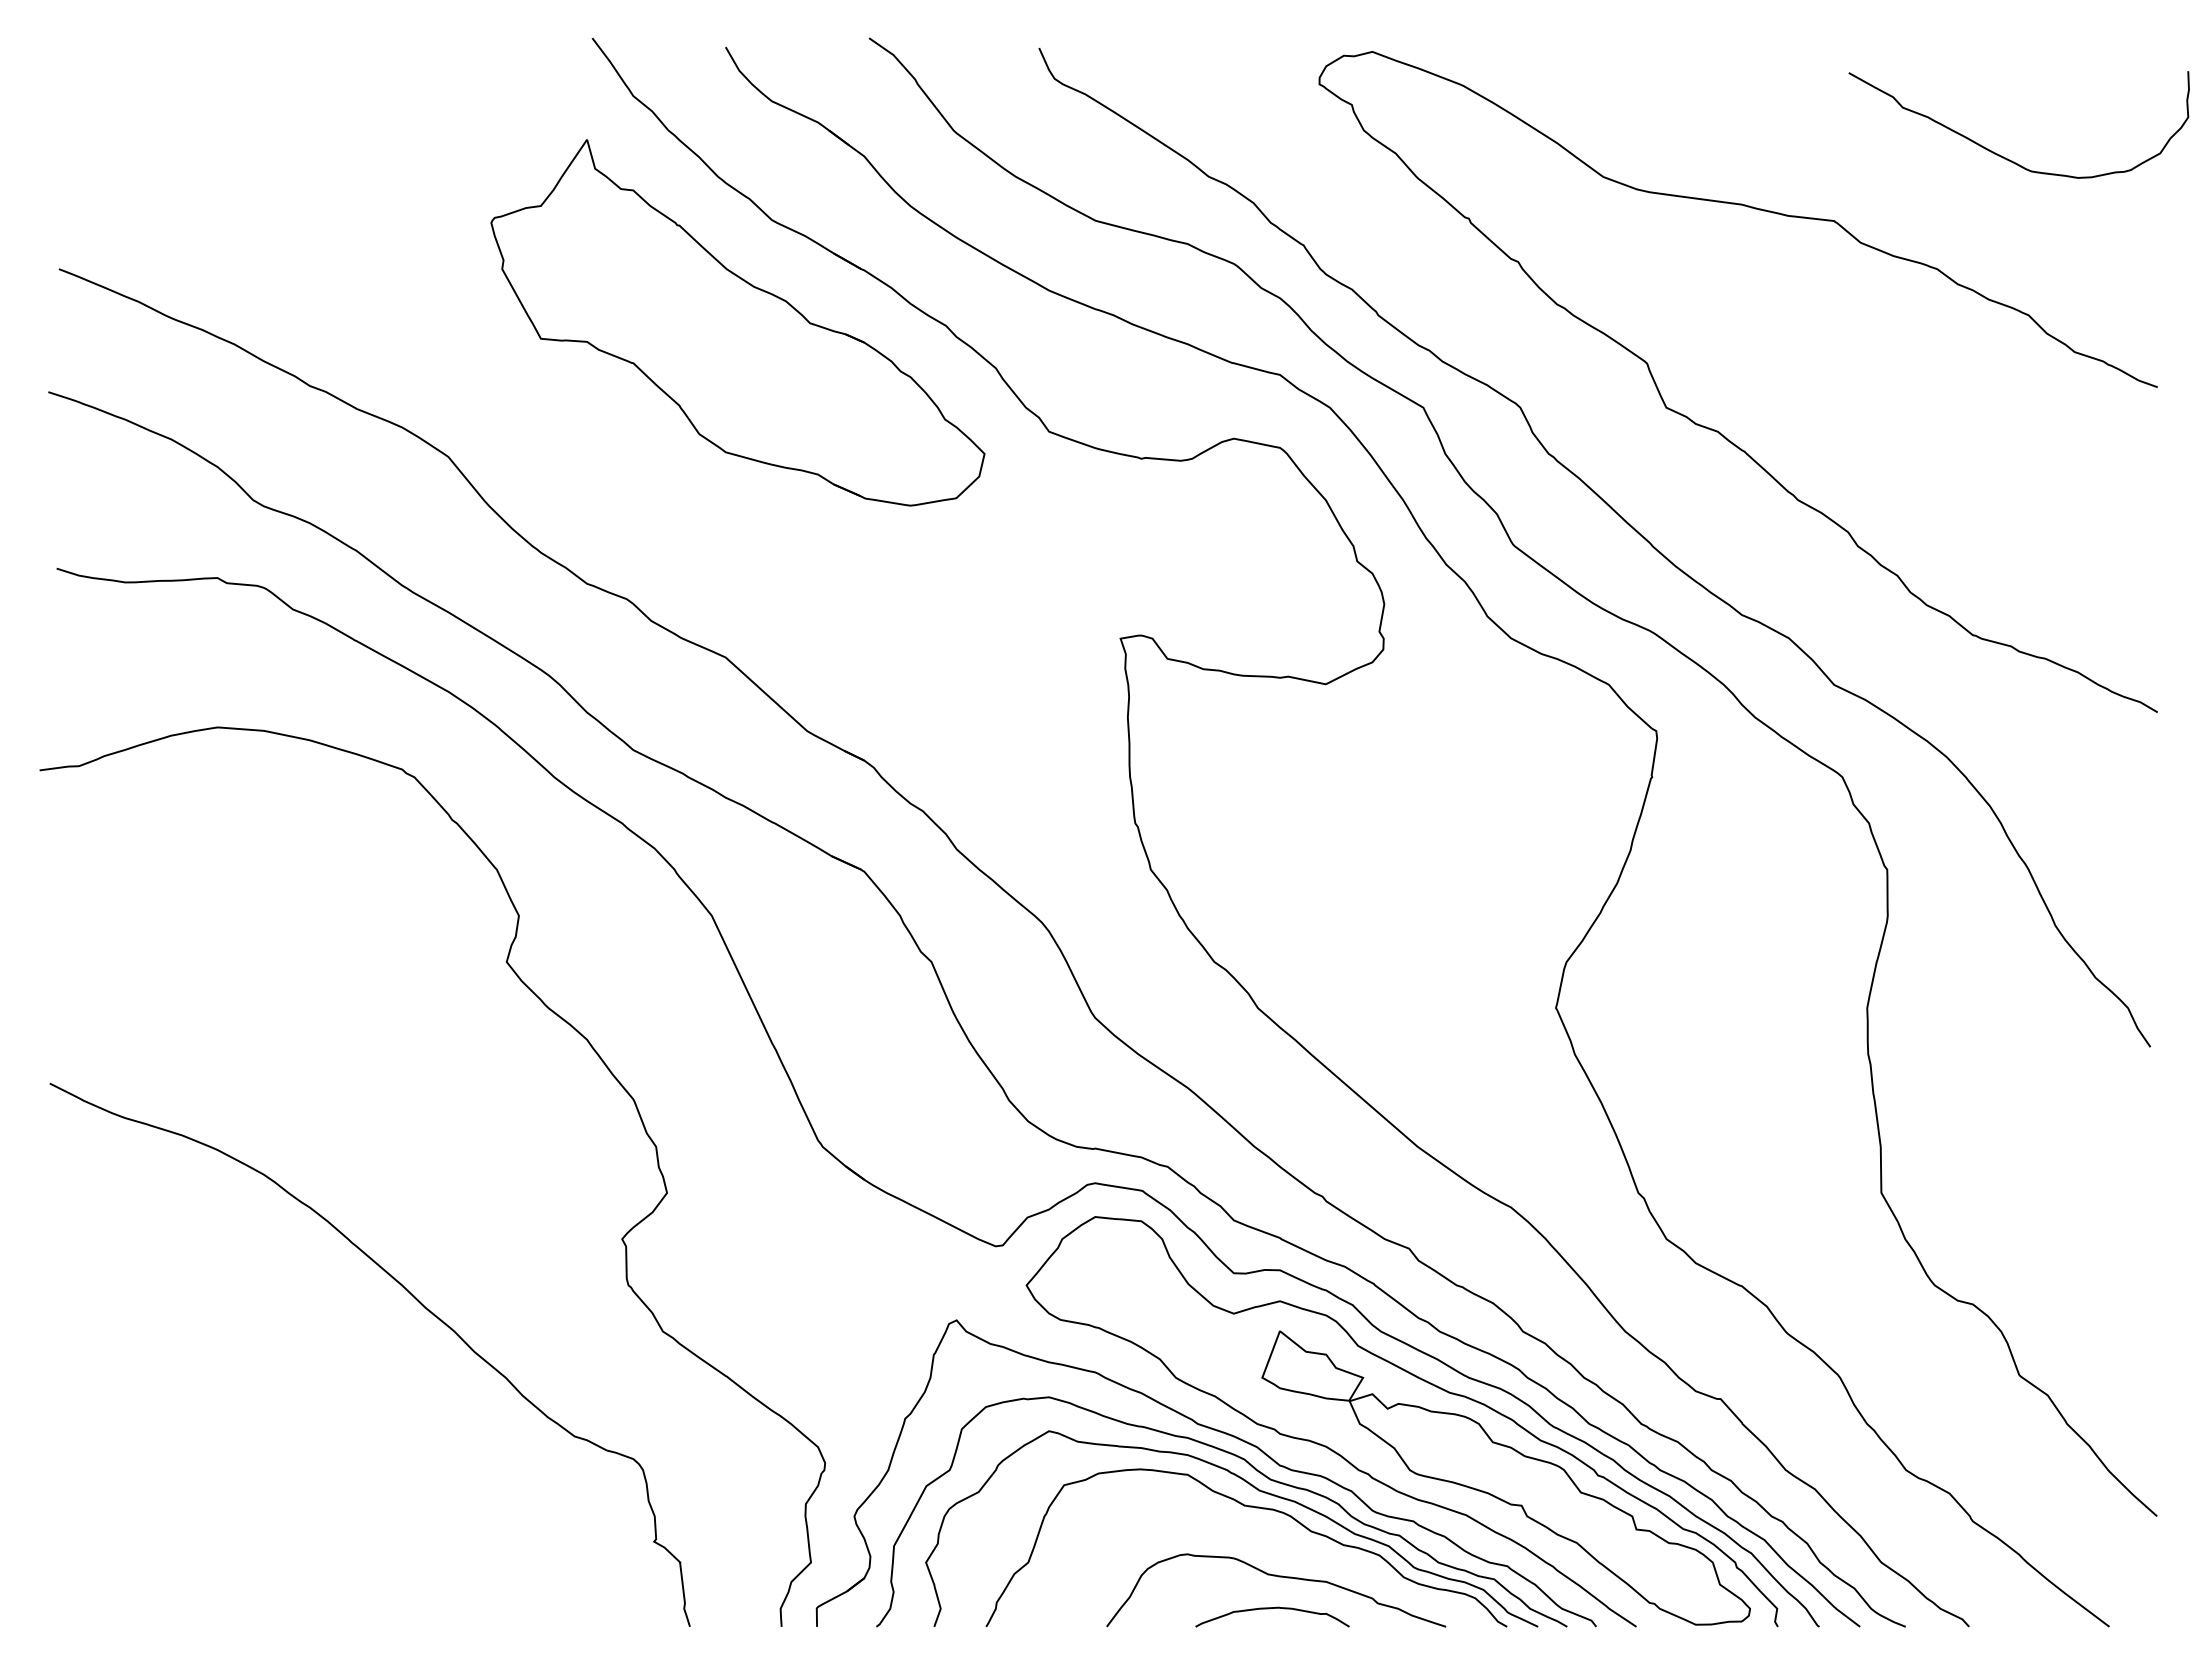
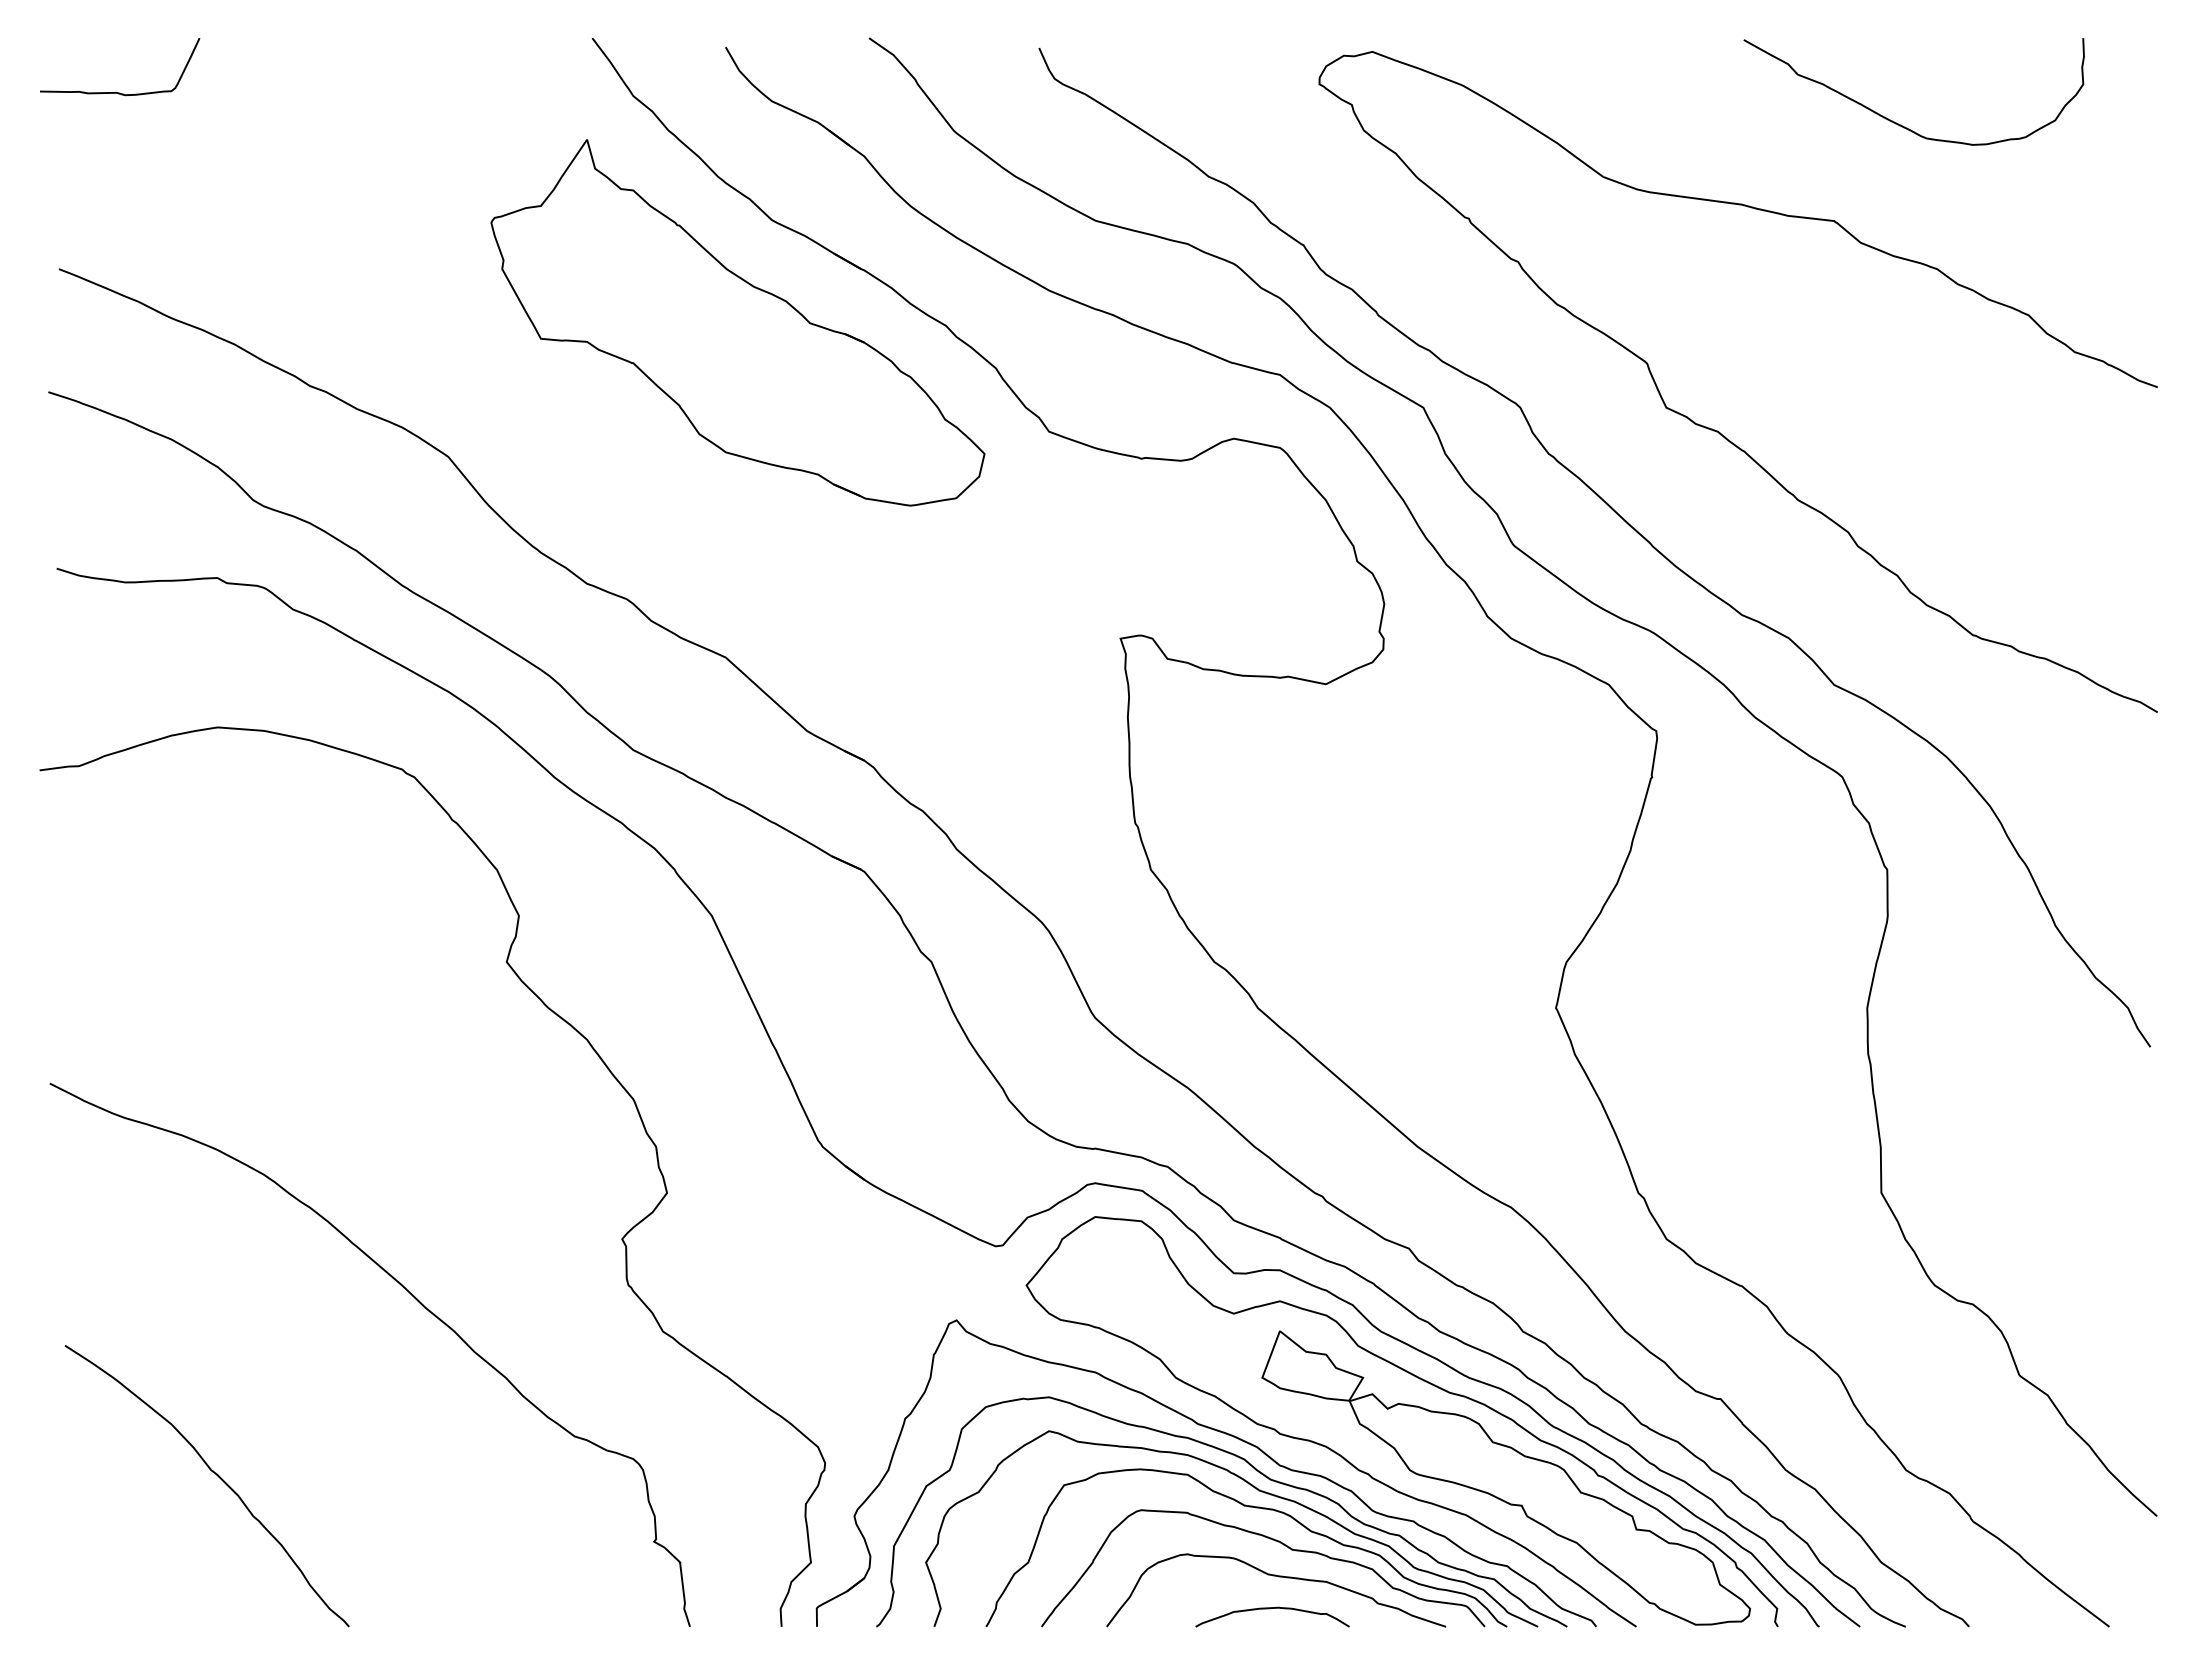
curve at (119, 92): none -> present
curve at (2003, 156) position: (2003, 156) -> (1898, 123)
curve at (213, 1473): none -> present
curve at (1272, 1540): none -> present
